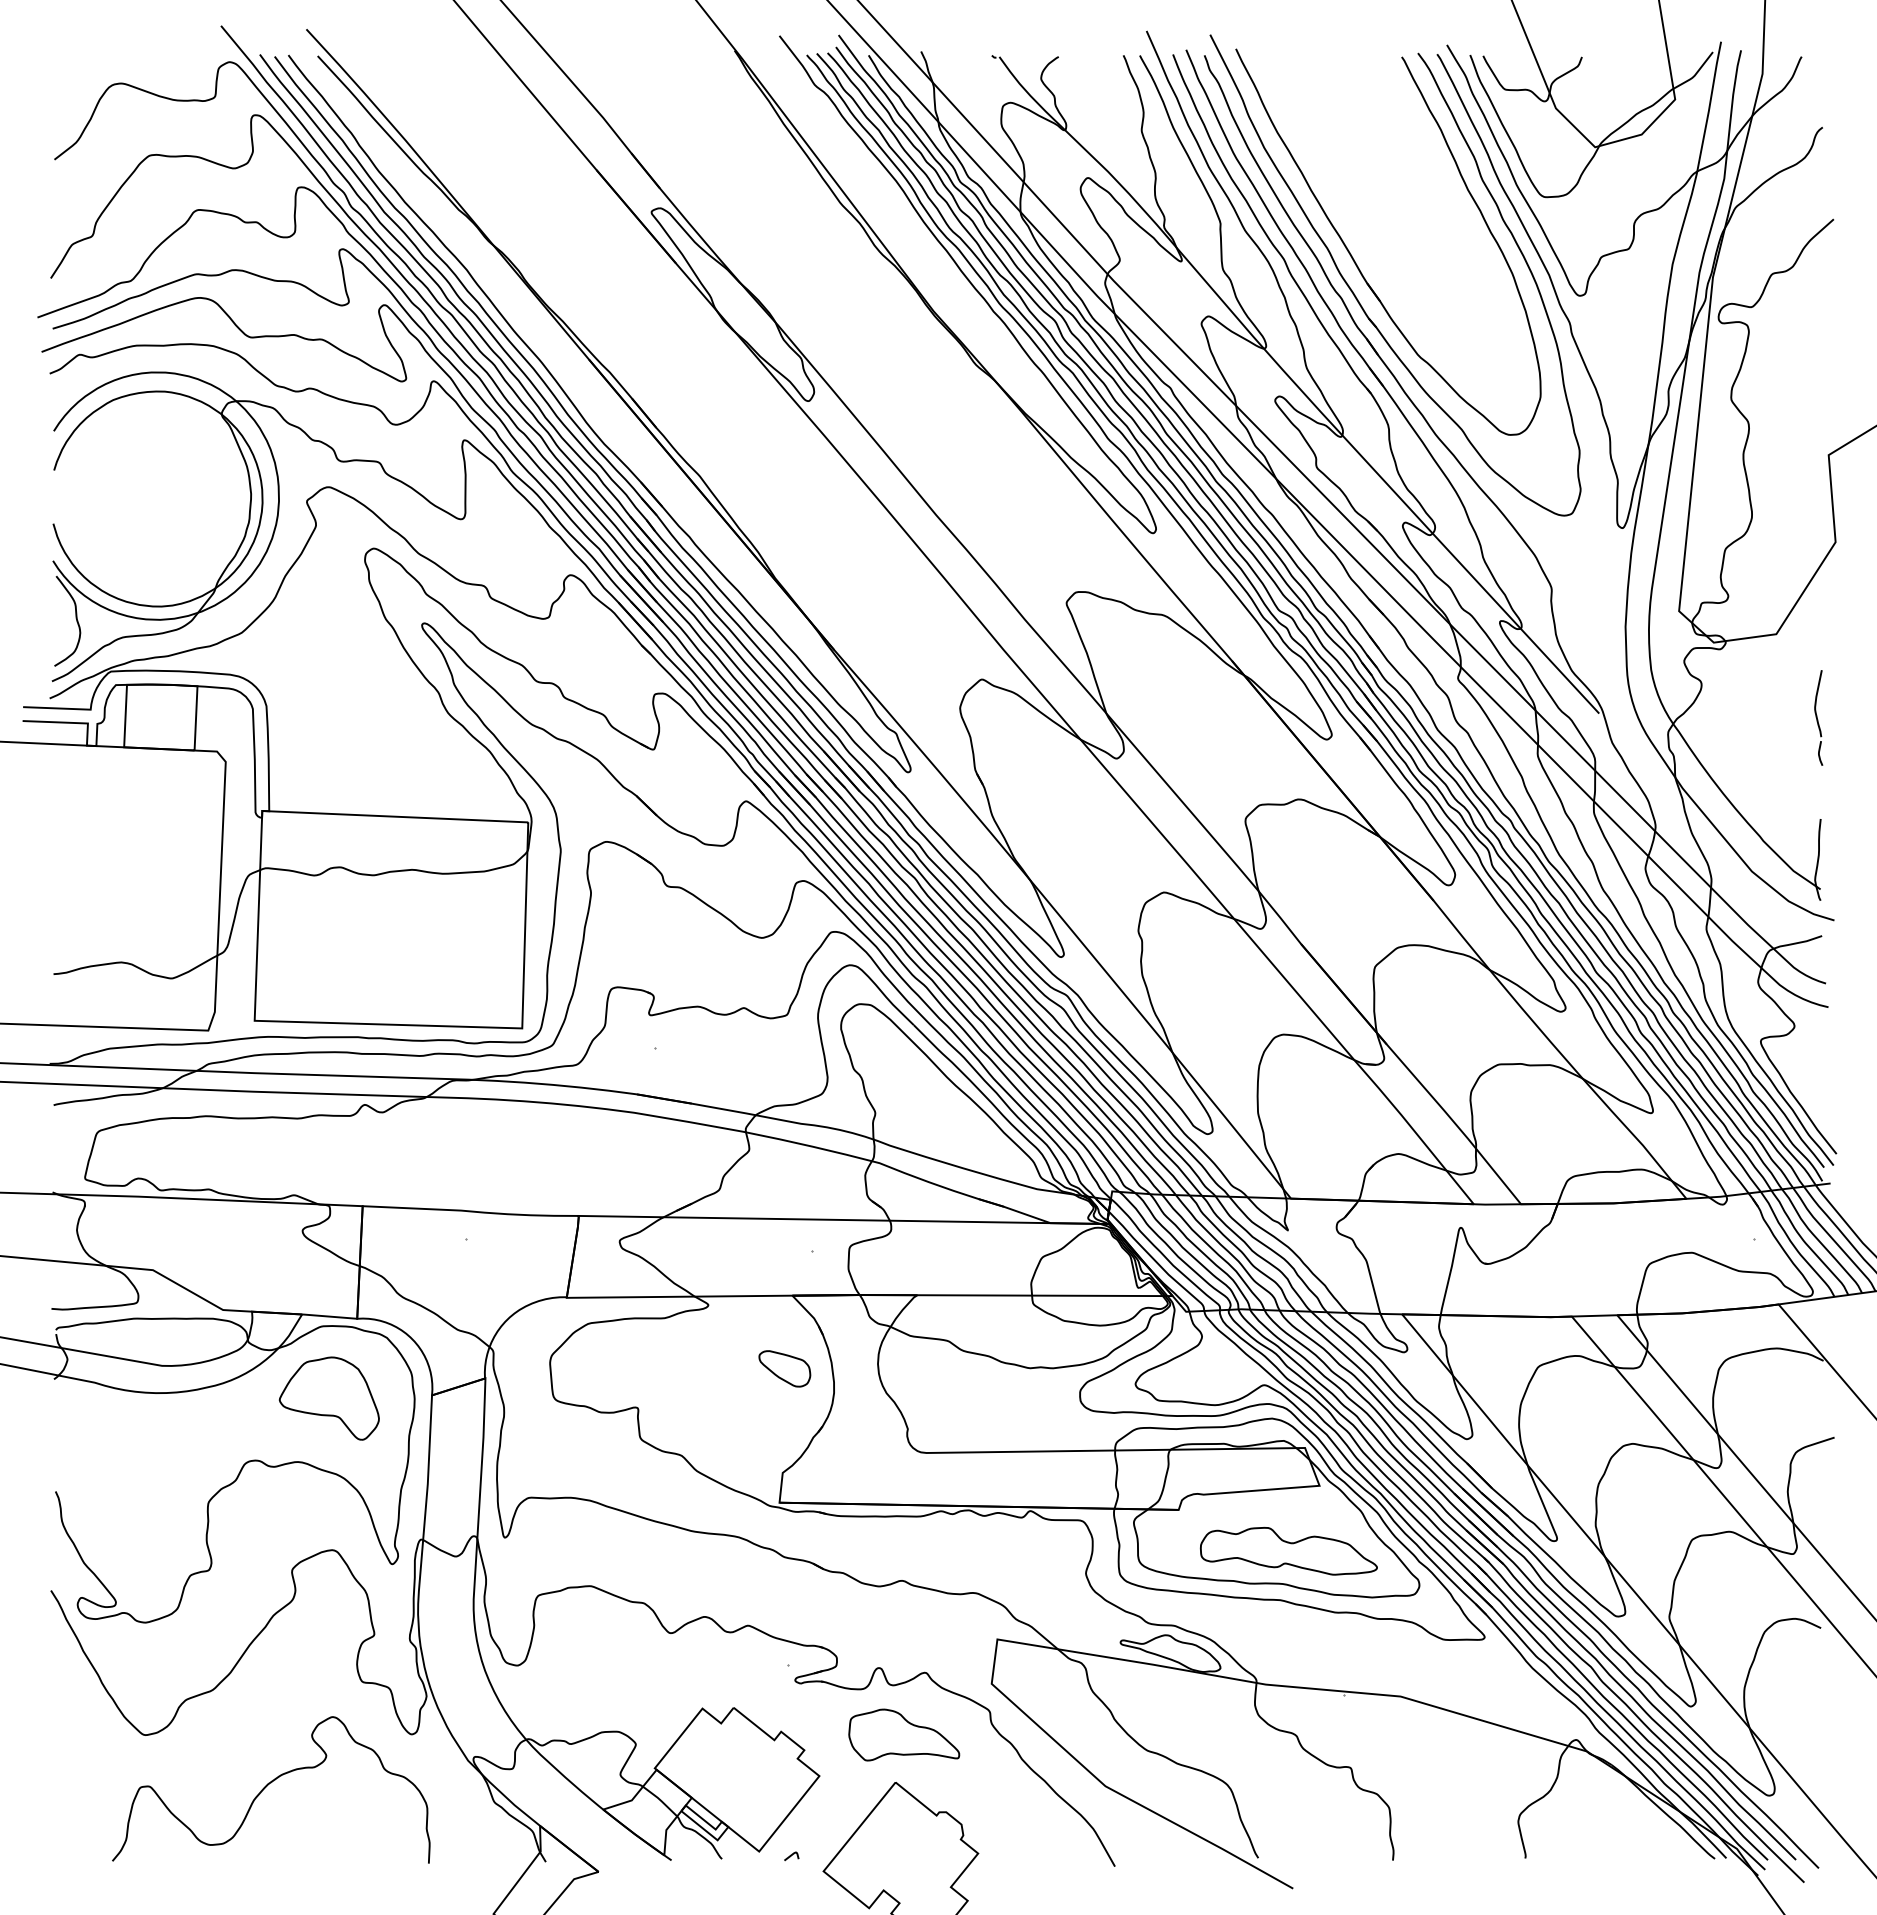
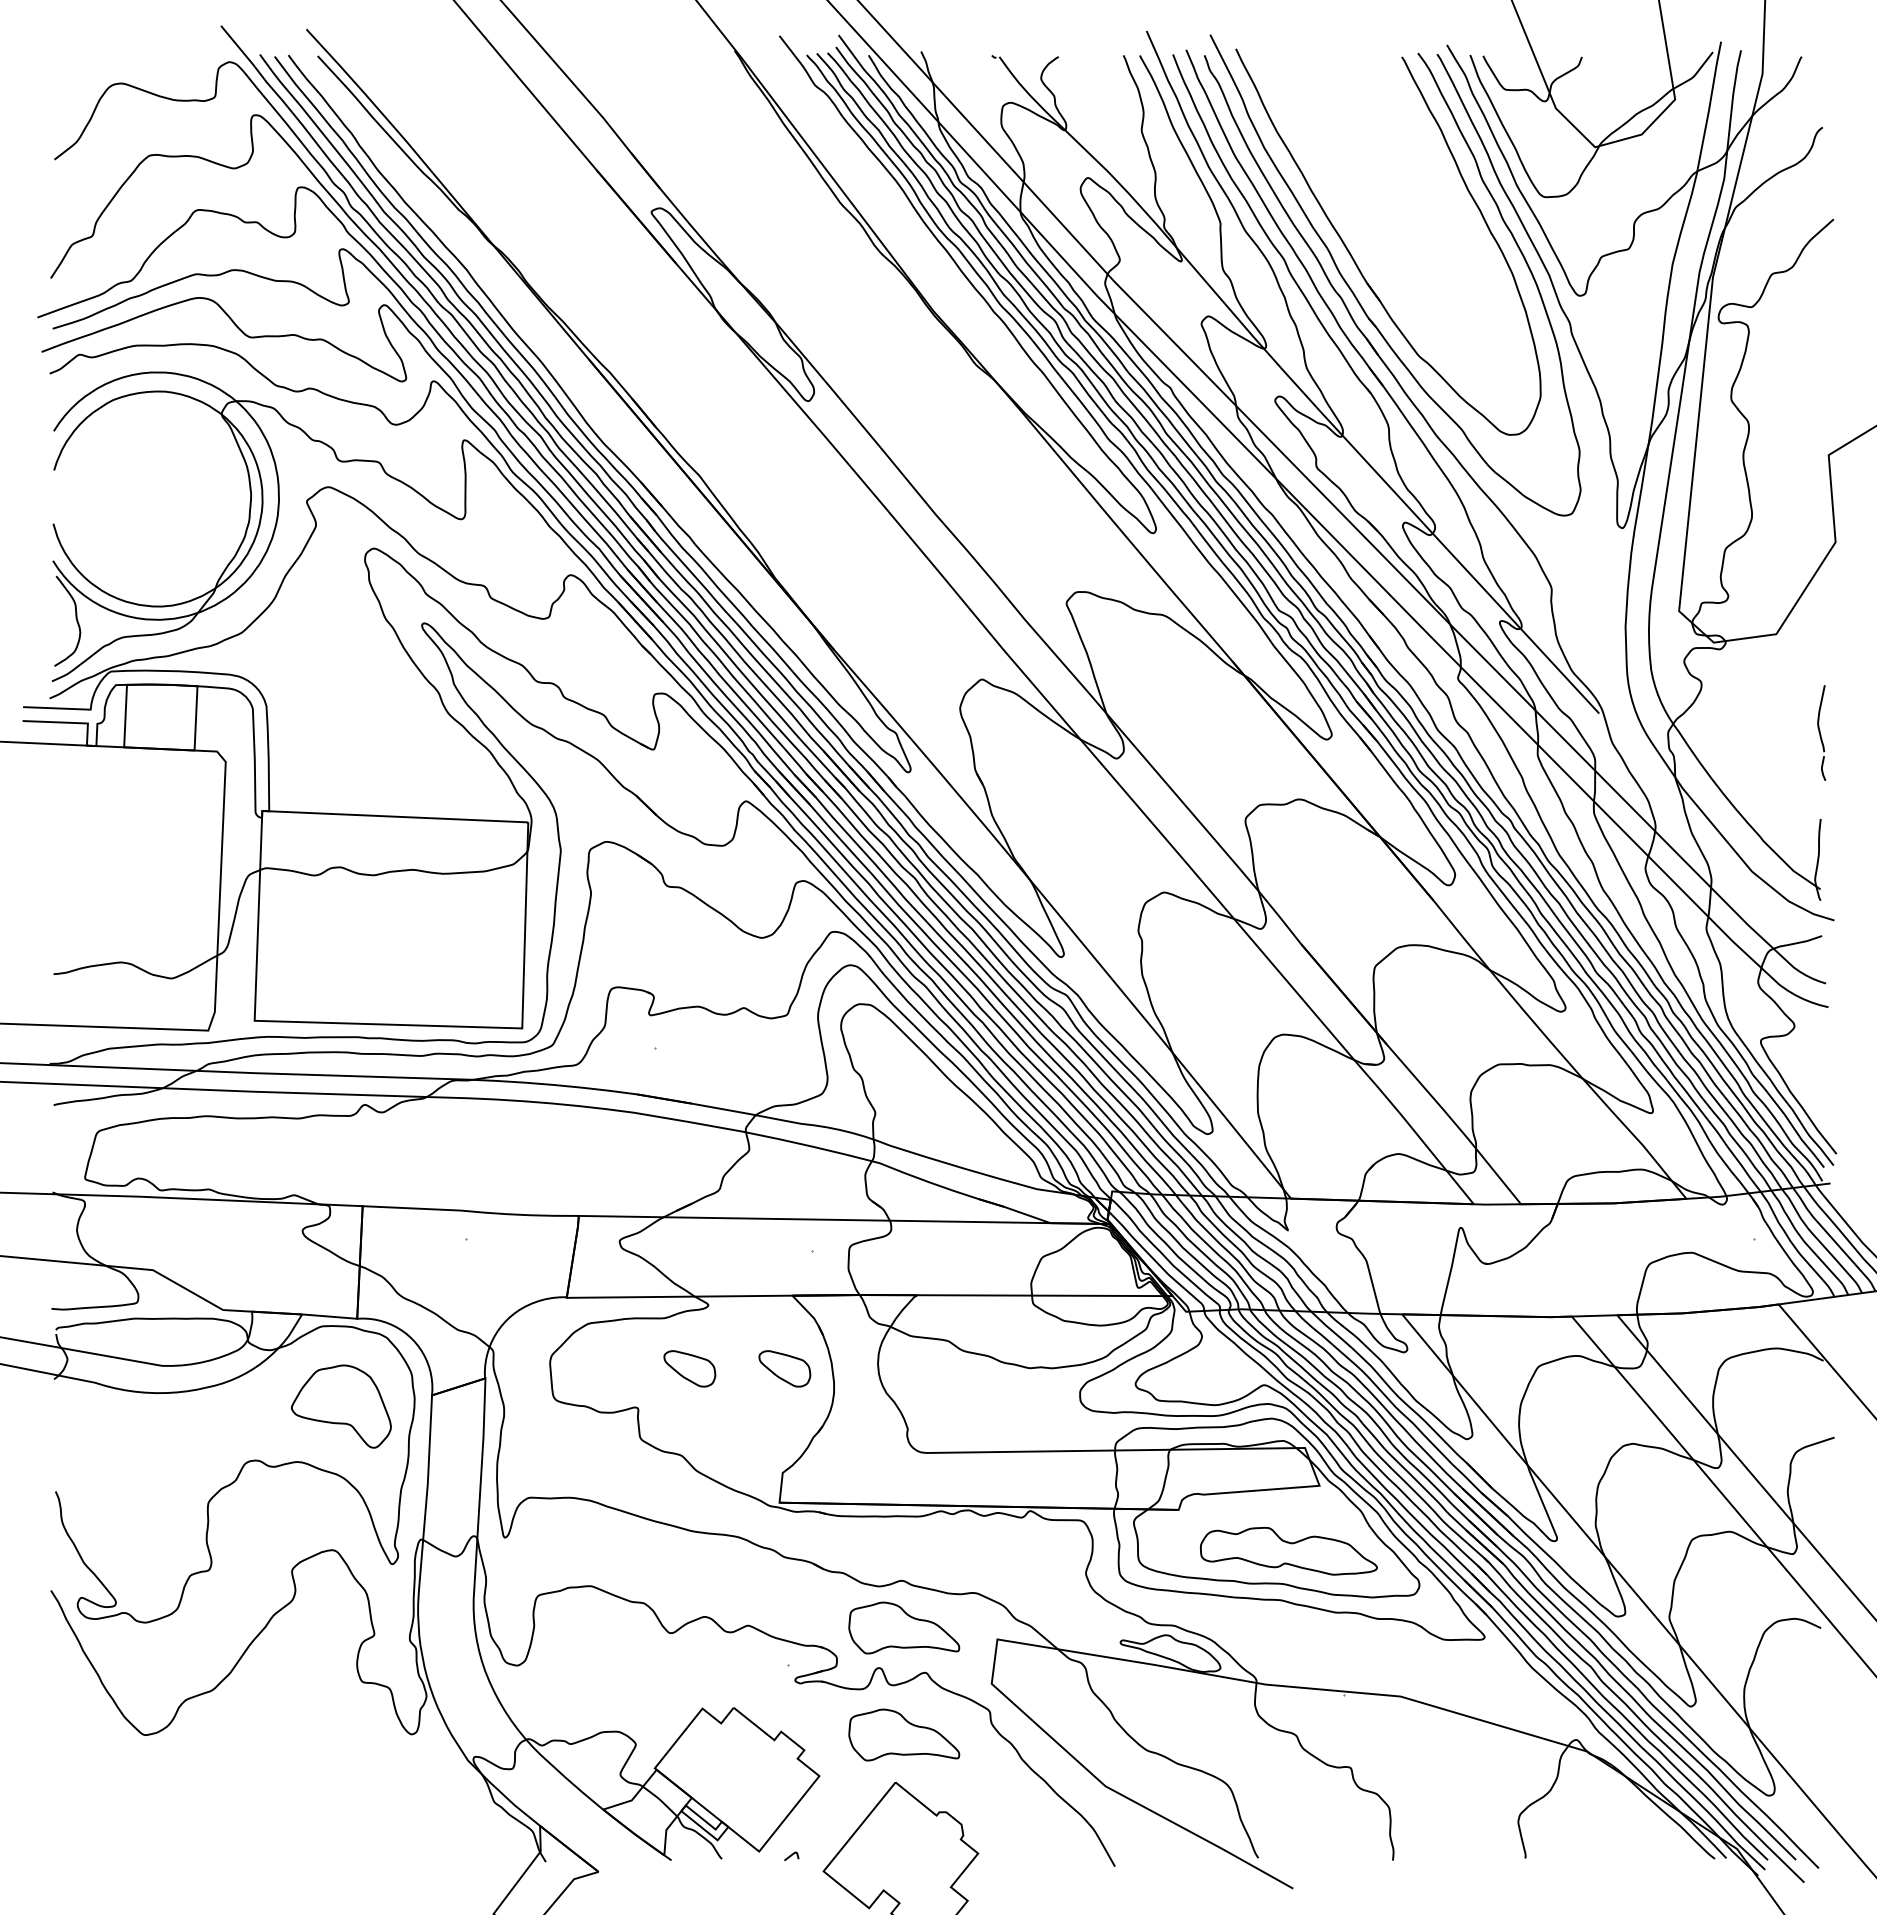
part at (1818, 717) position: (1818, 717) -> (1821, 732)
part at (689, 1368): none -> present
part at (328, 1398) position: (328, 1398) -> (340, 1406)
part at (904, 1627): none -> present
curve at (268, 1785): present -> none
